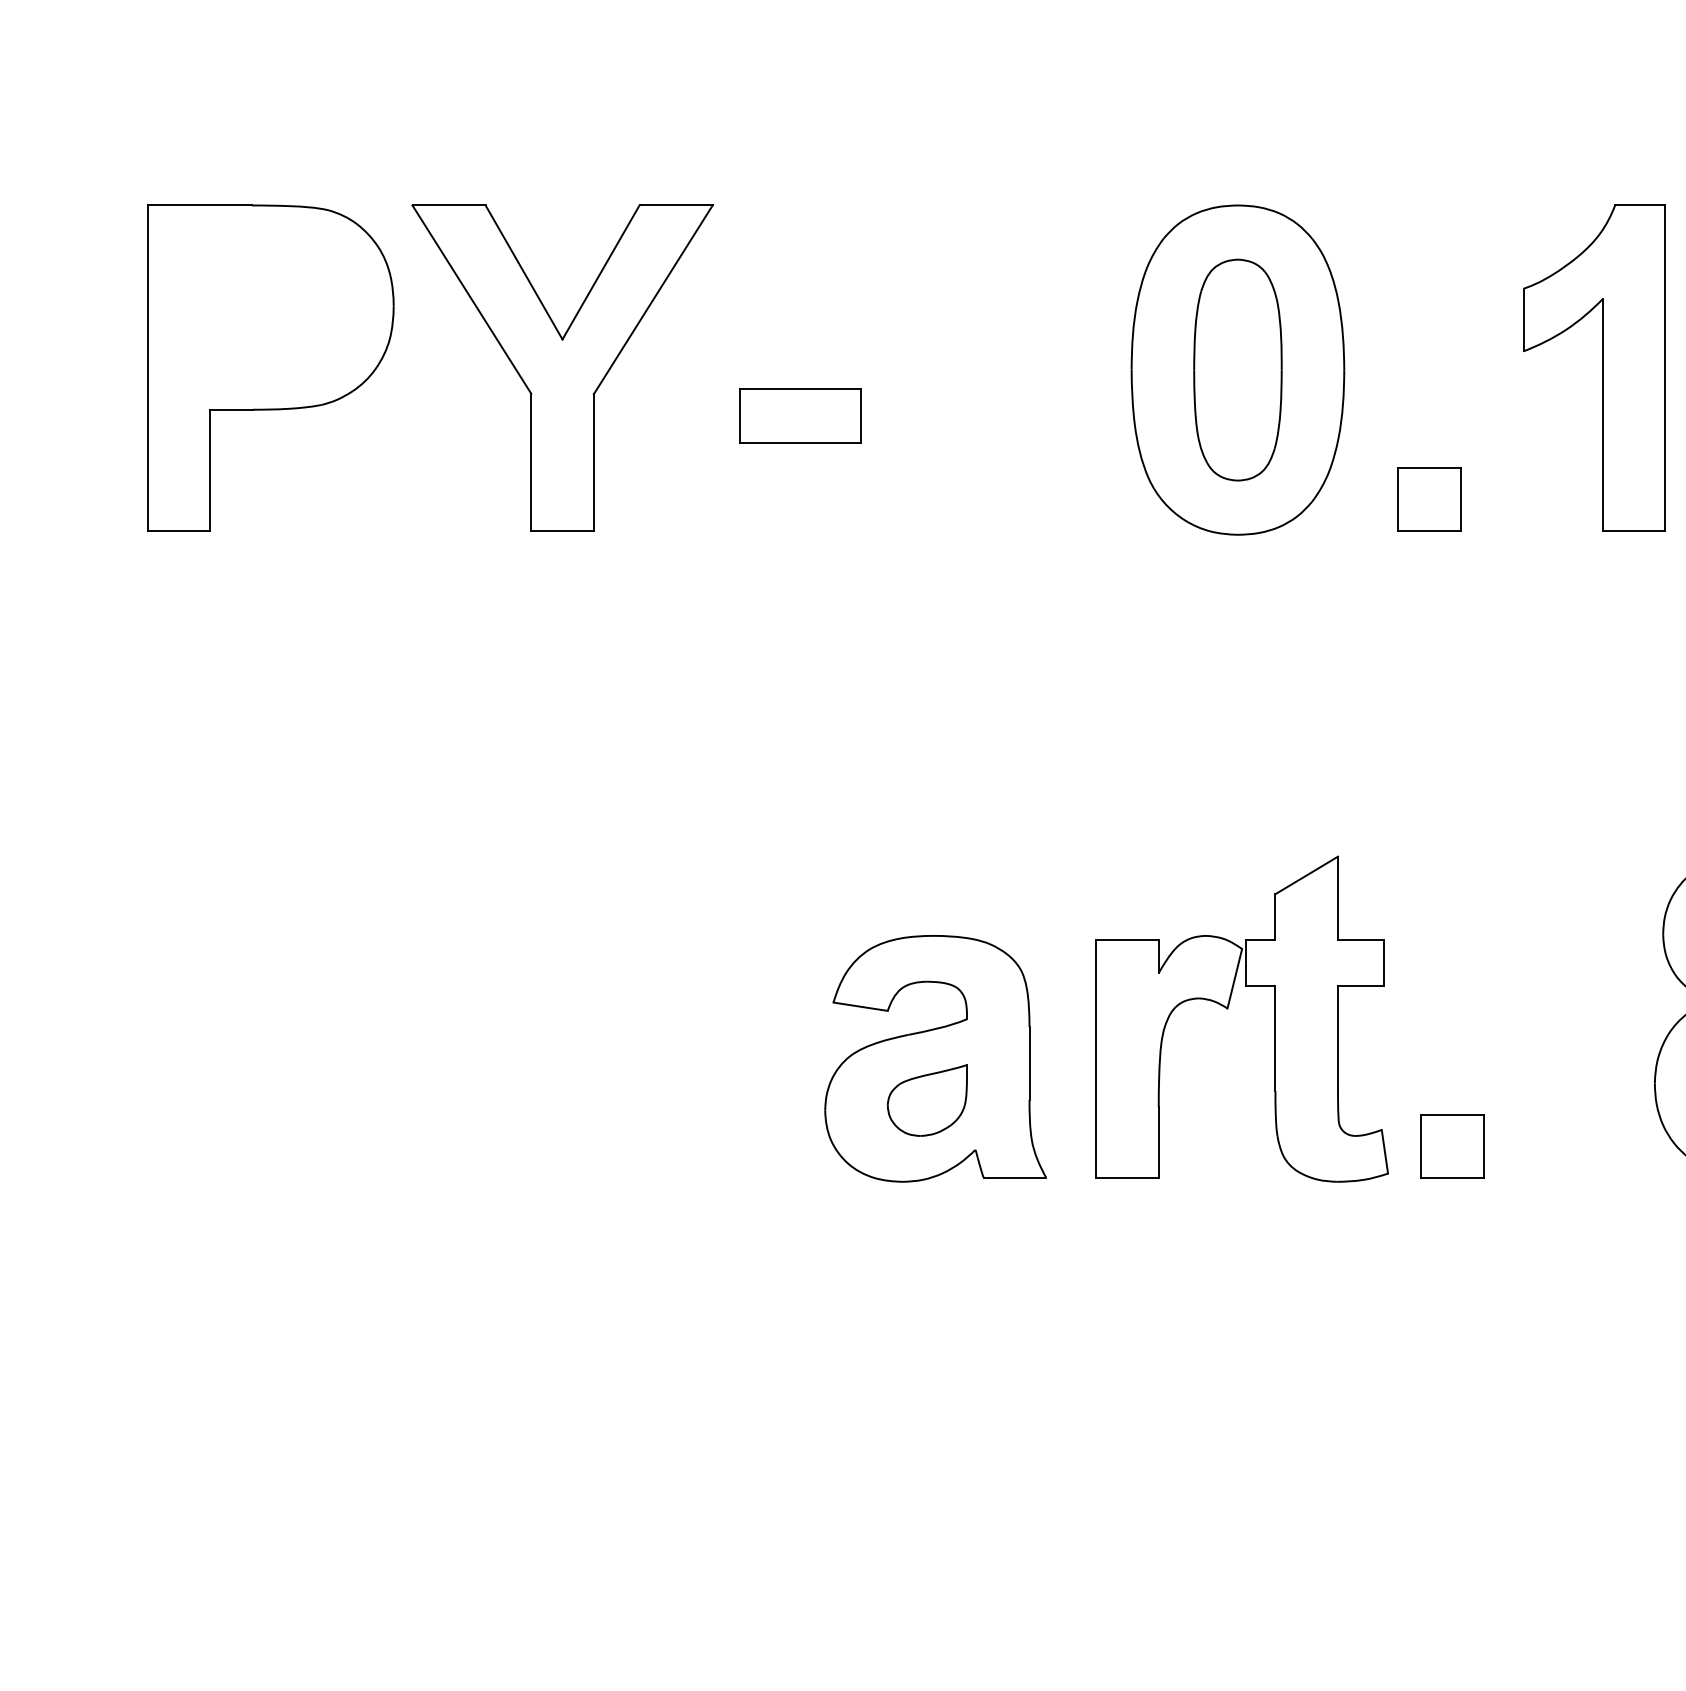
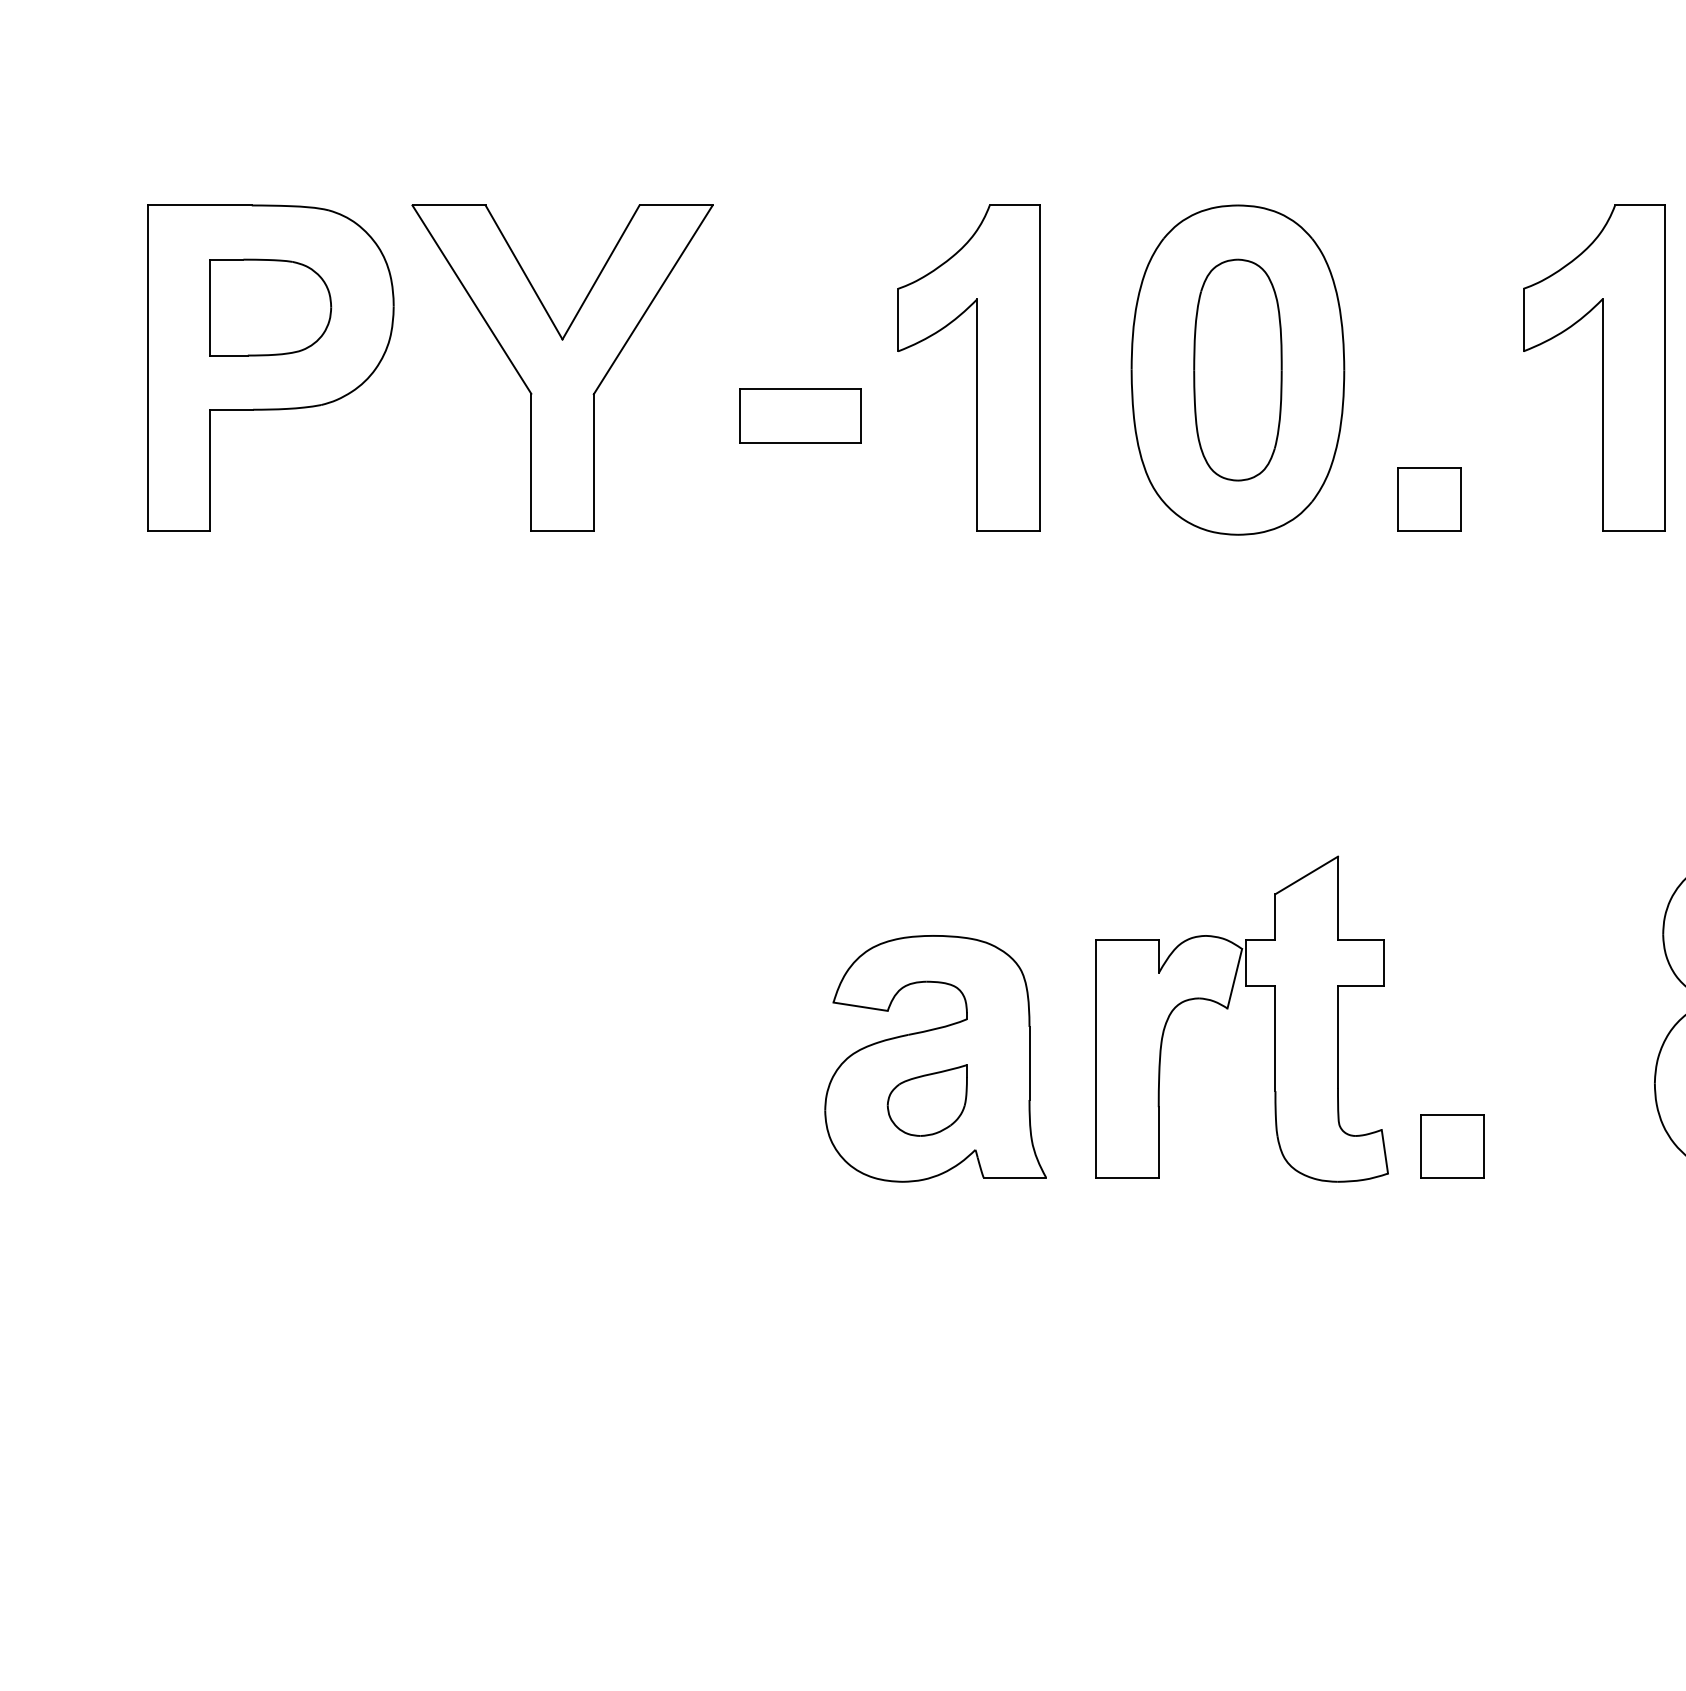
part at (270, 307): none -> present
part at (976, 367): none -> present
